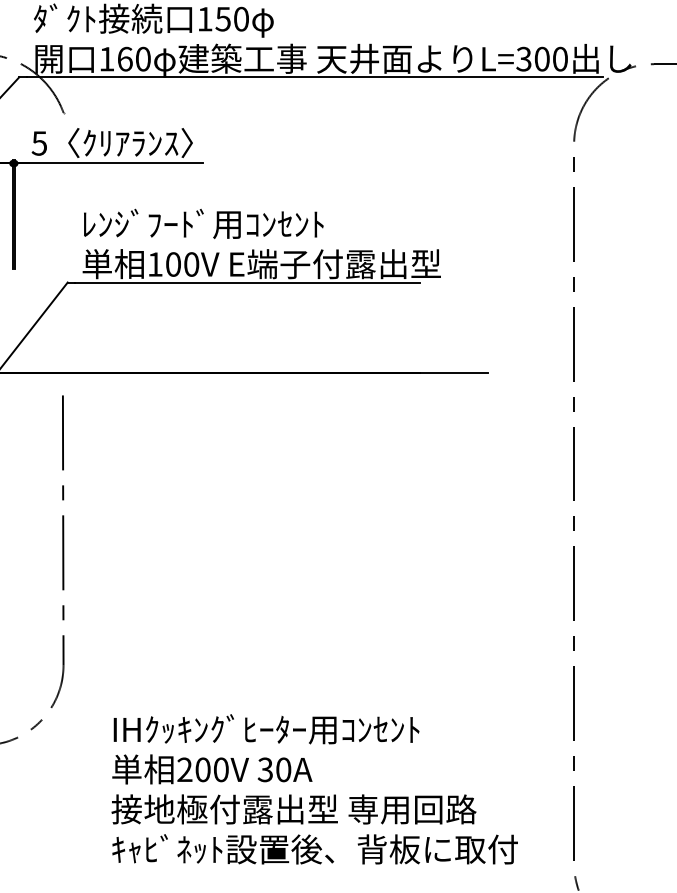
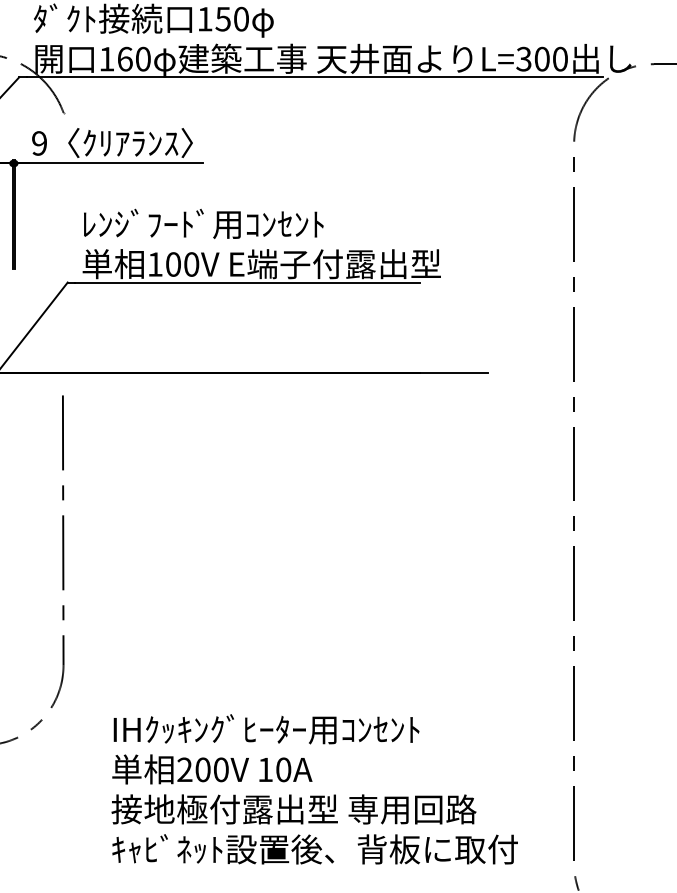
text at (38, 143): 5 -> 9
text at (264, 769): 30A -> 10A
